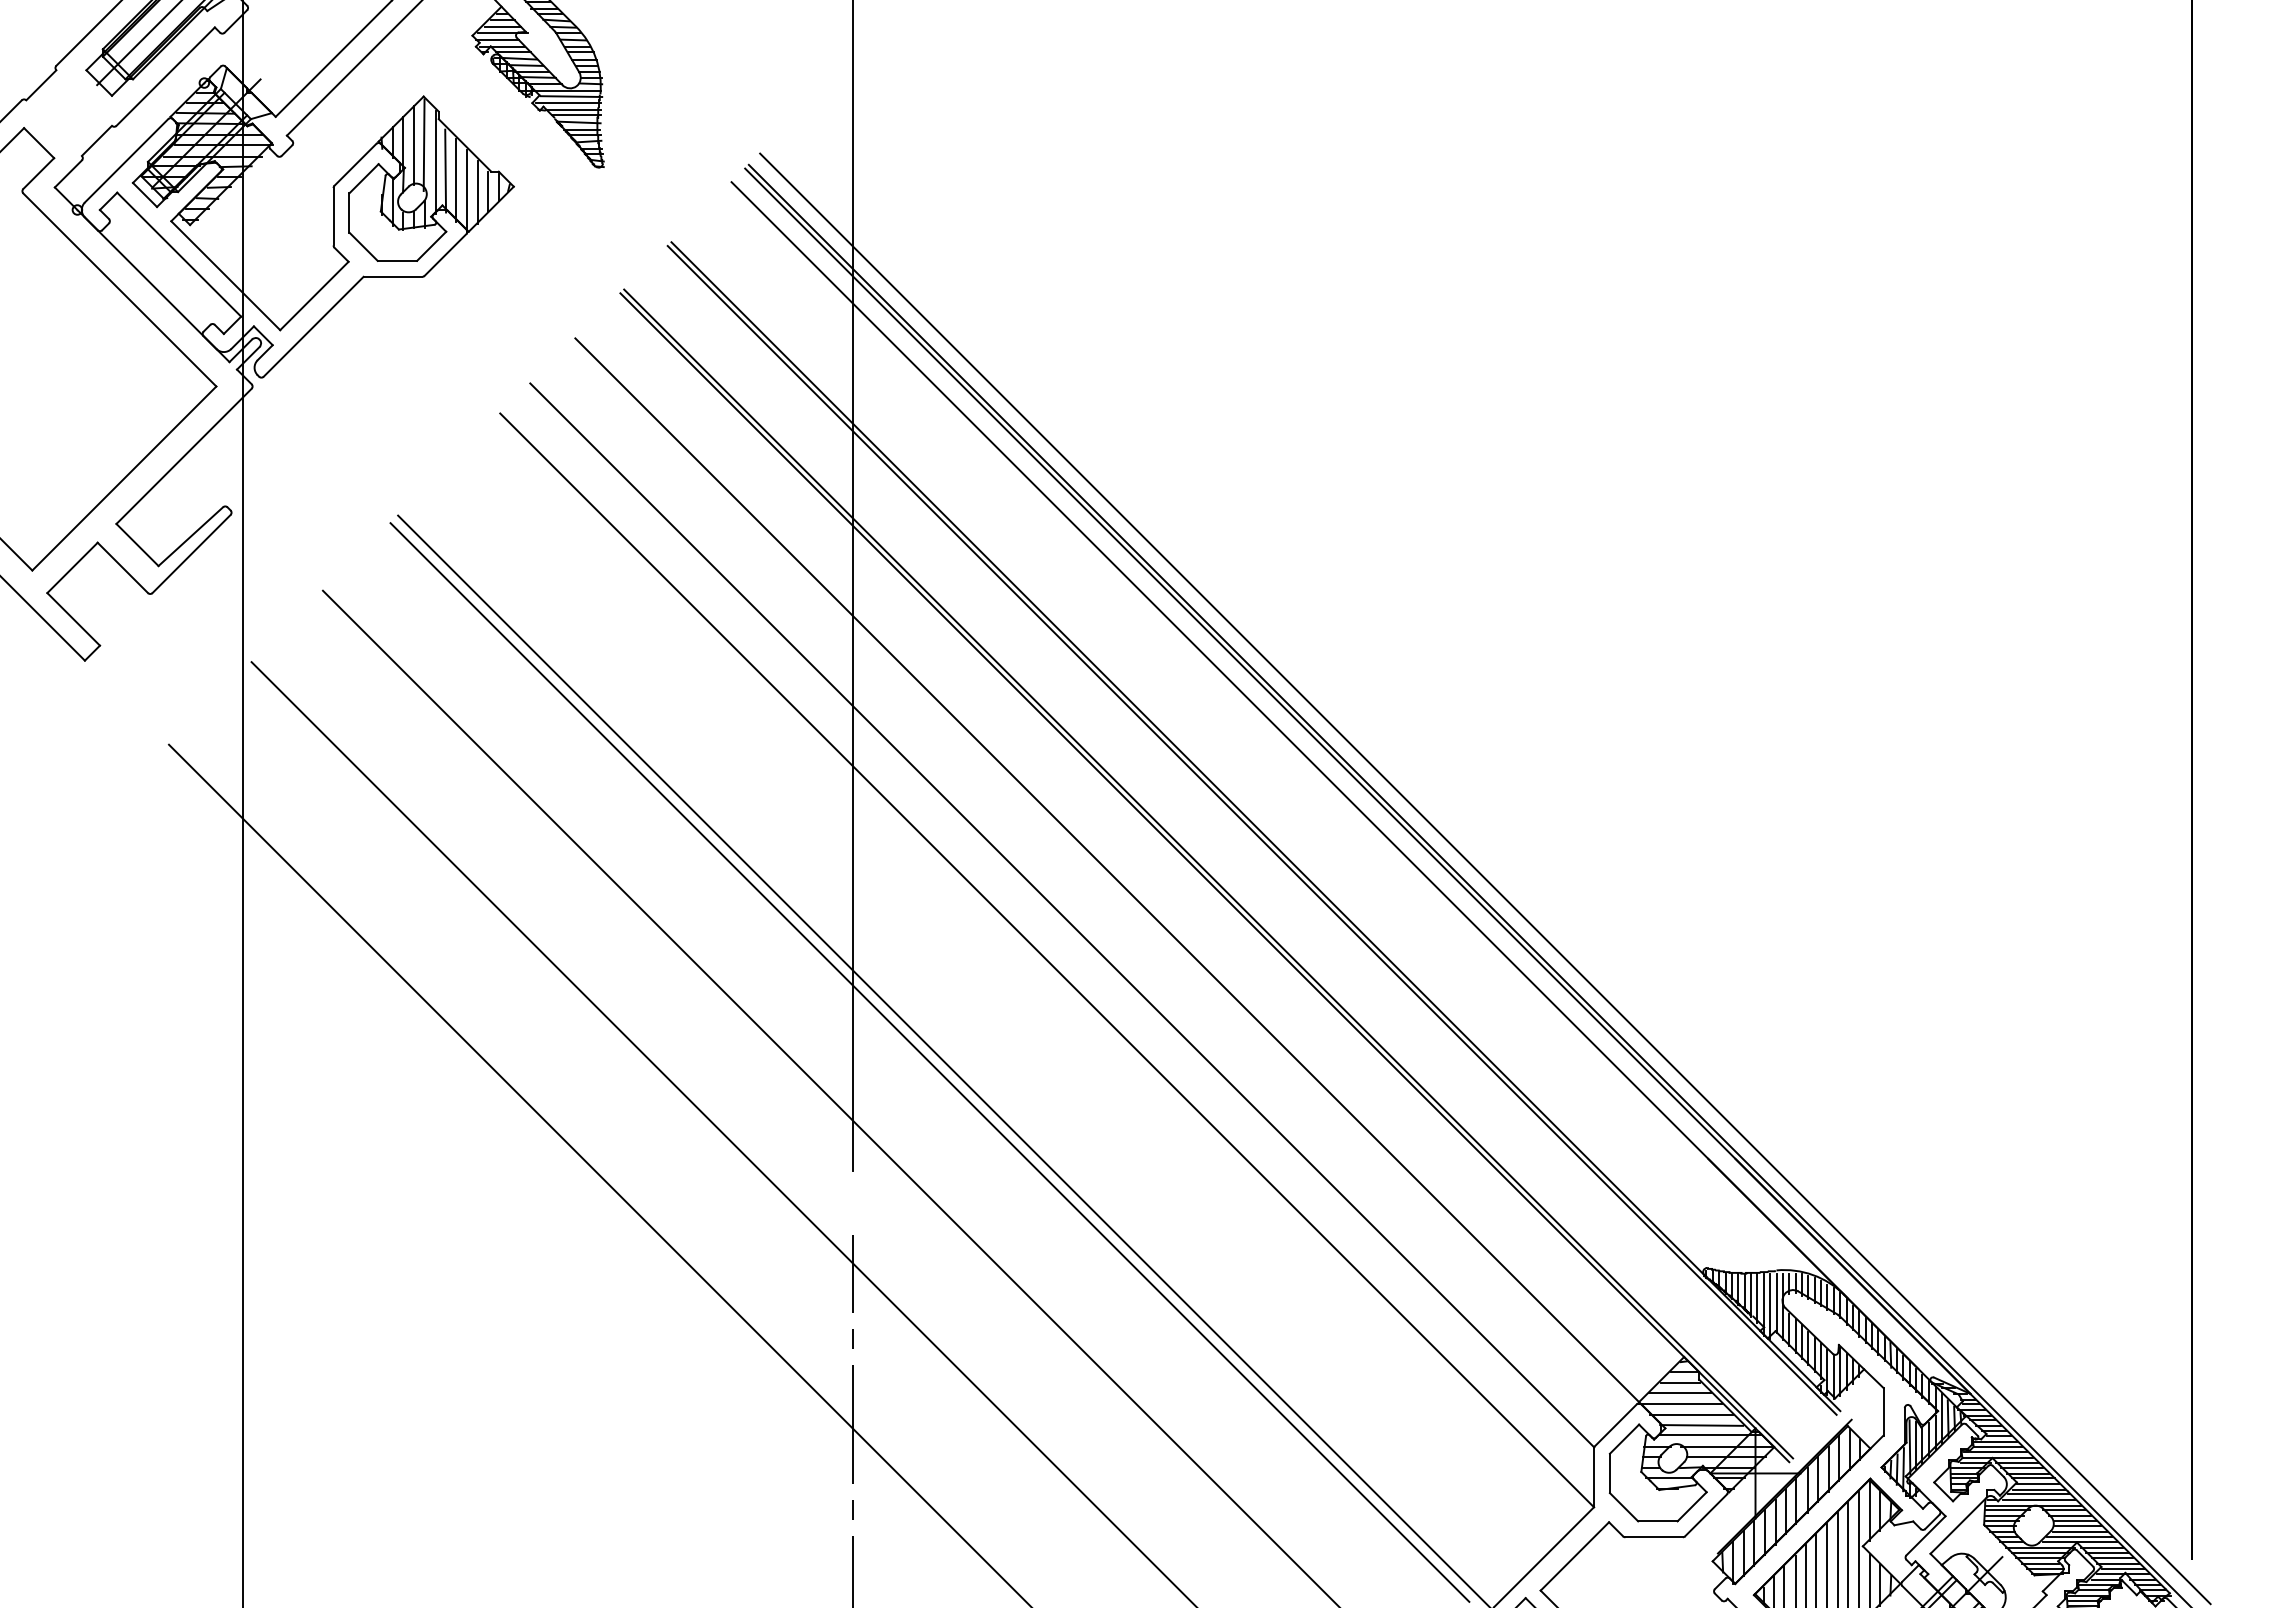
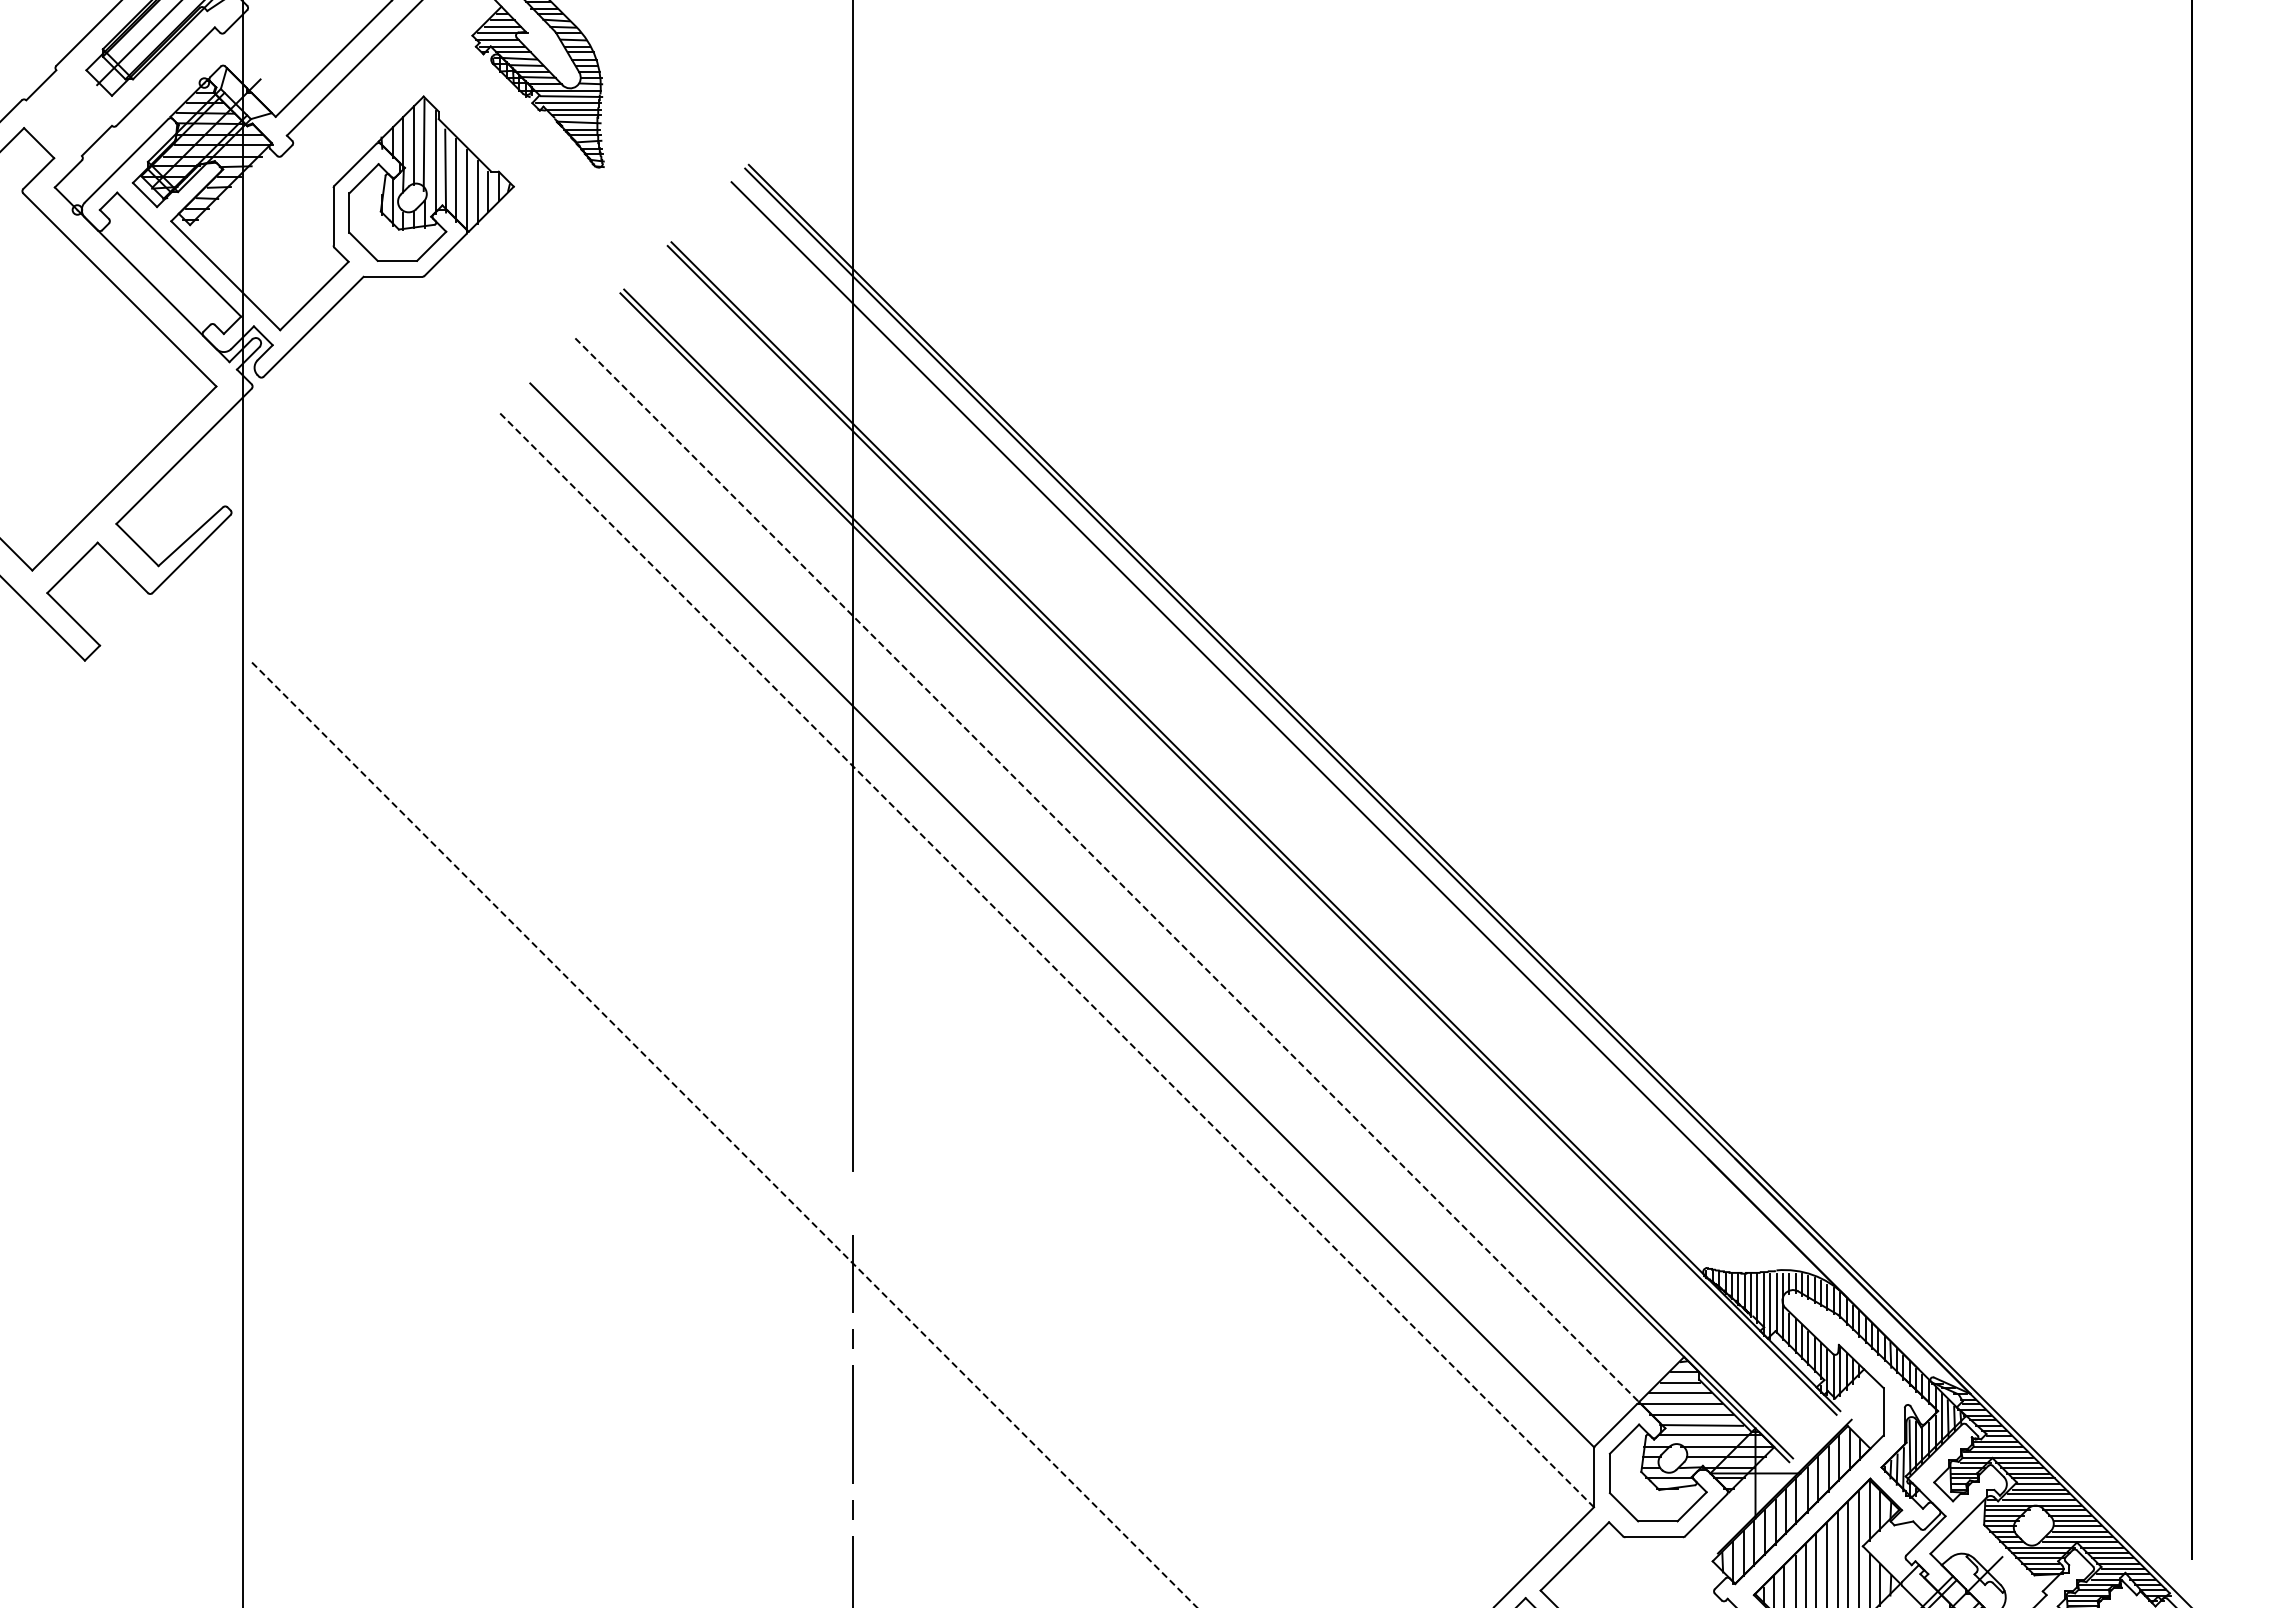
line at (1107, 870): solid -> dashed
line at (1485, 878): present -> none
line at (1047, 960): solid -> dashed
line at (942, 1059): present -> none
line at (929, 1062): present -> none
line at (829, 1097): present -> none
line at (724, 1135): solid -> dashed
line at (599, 1174): present -> none
